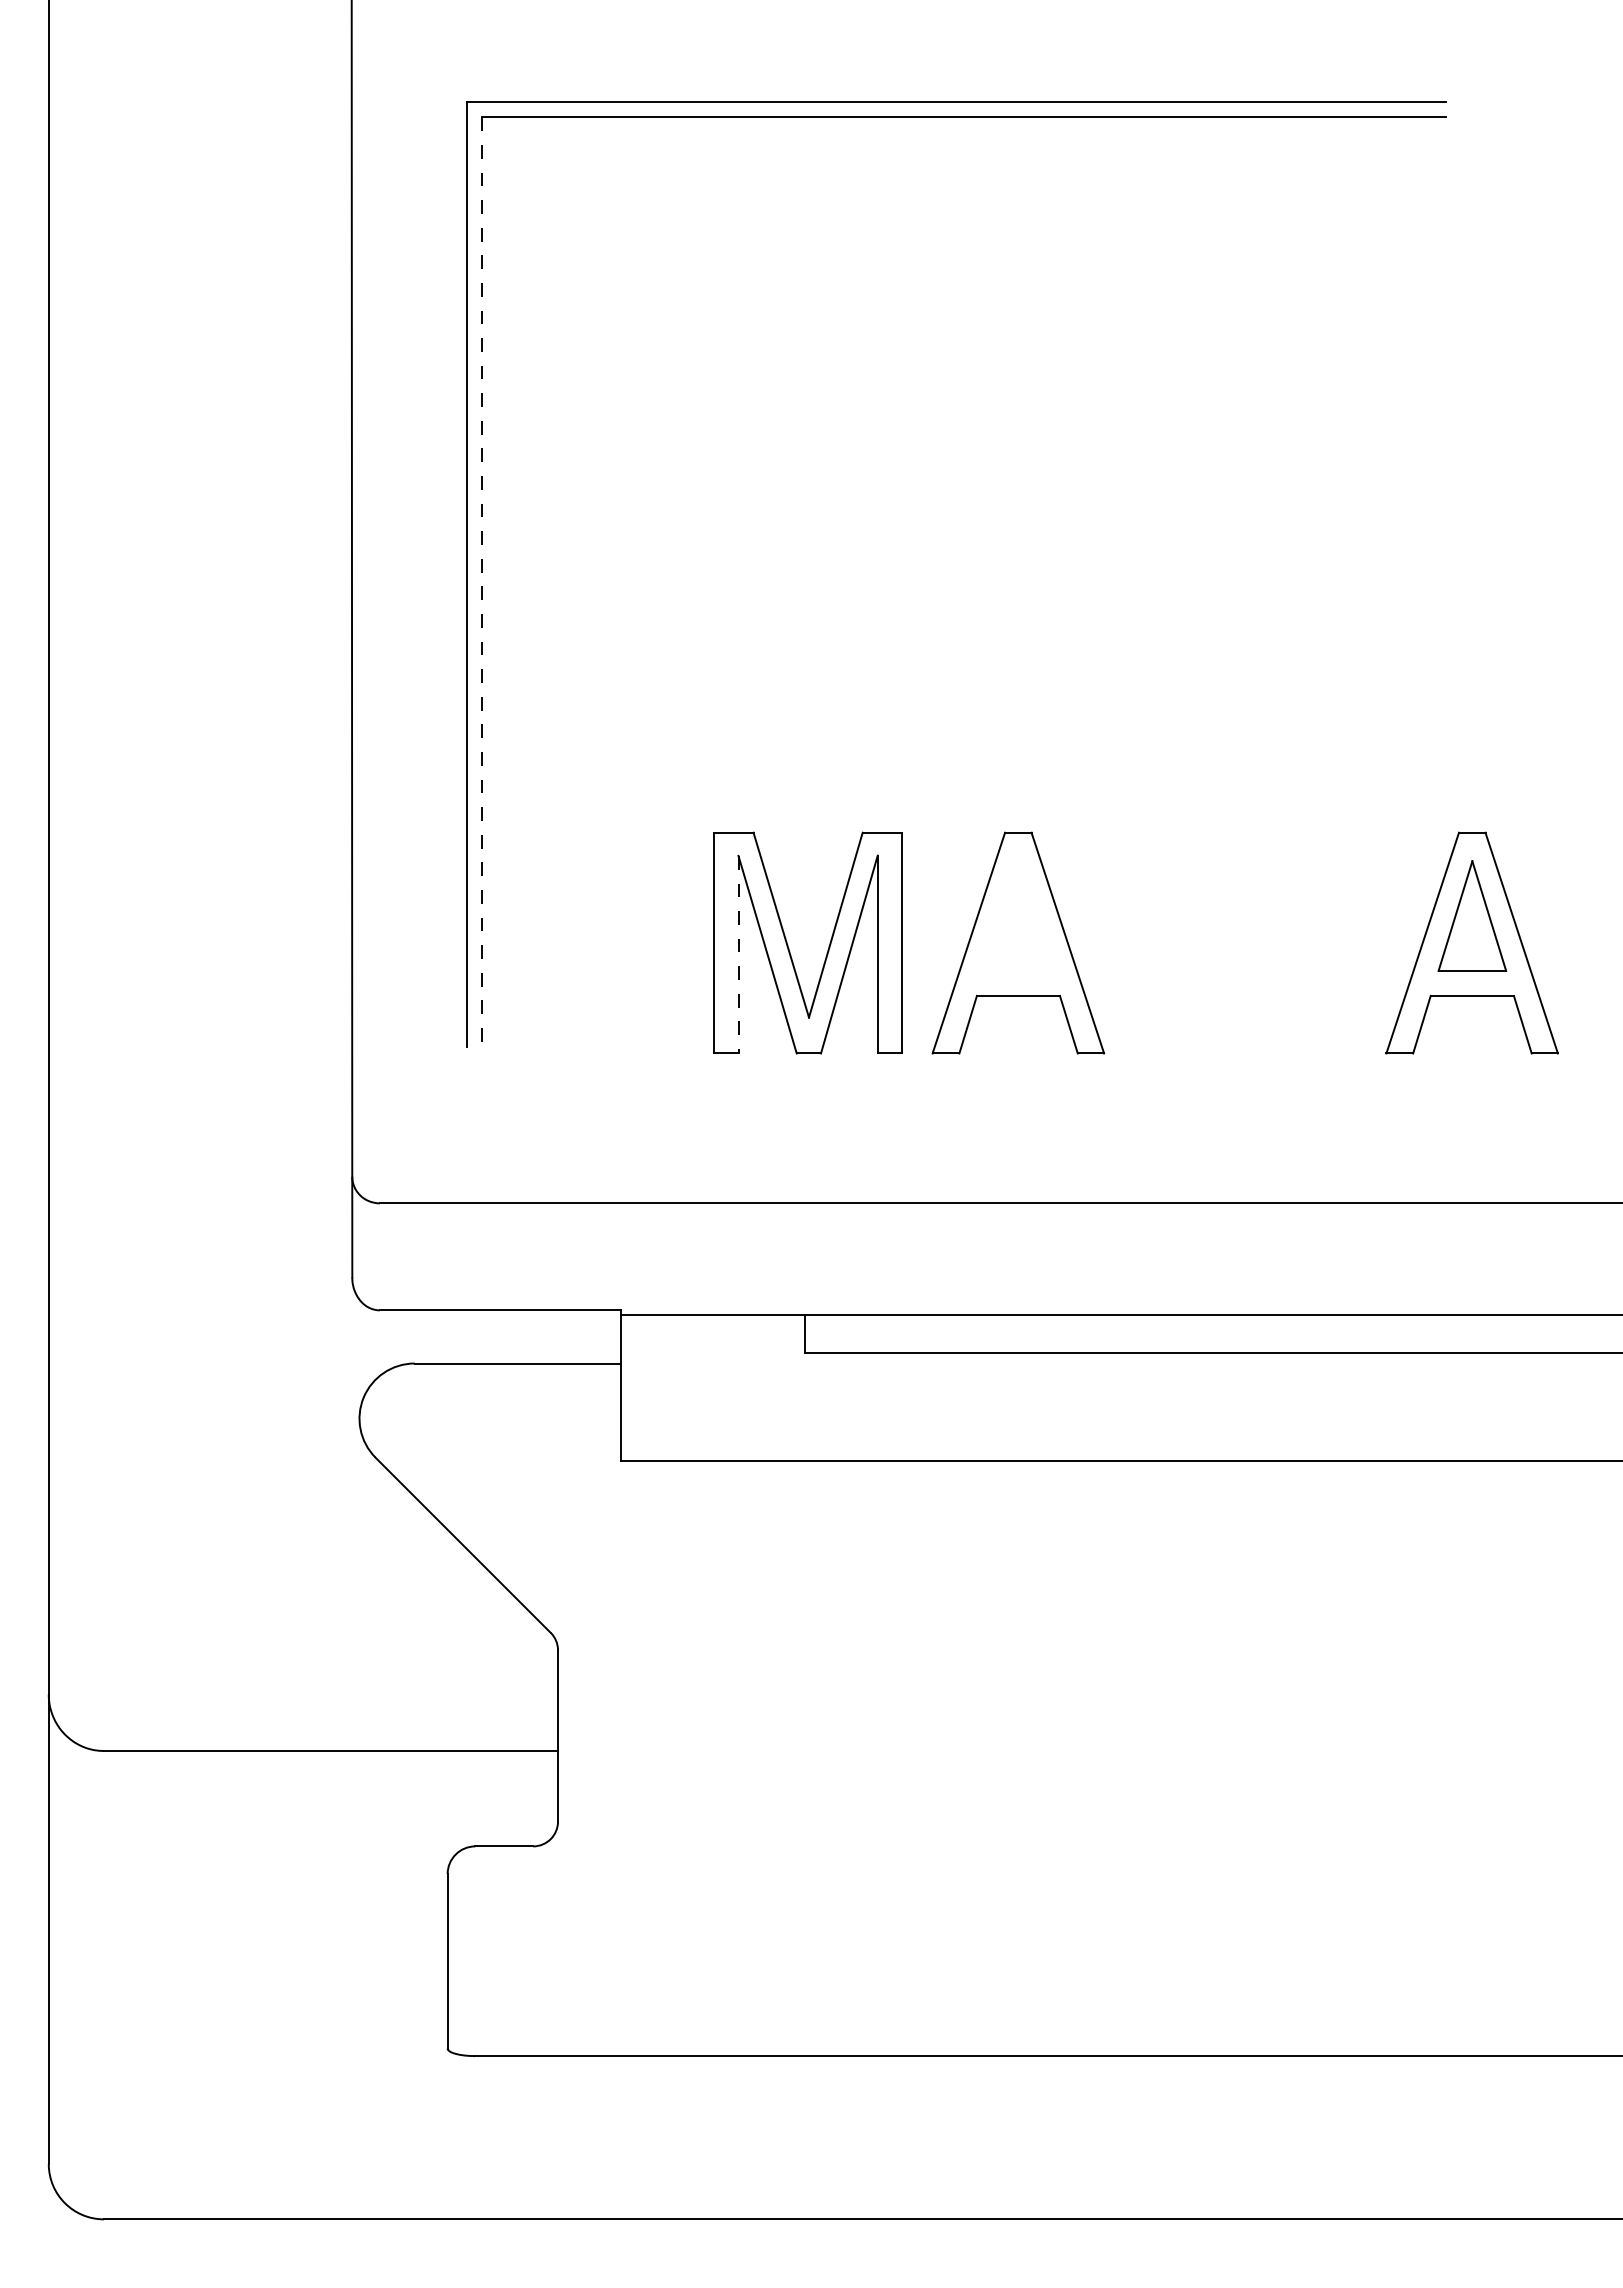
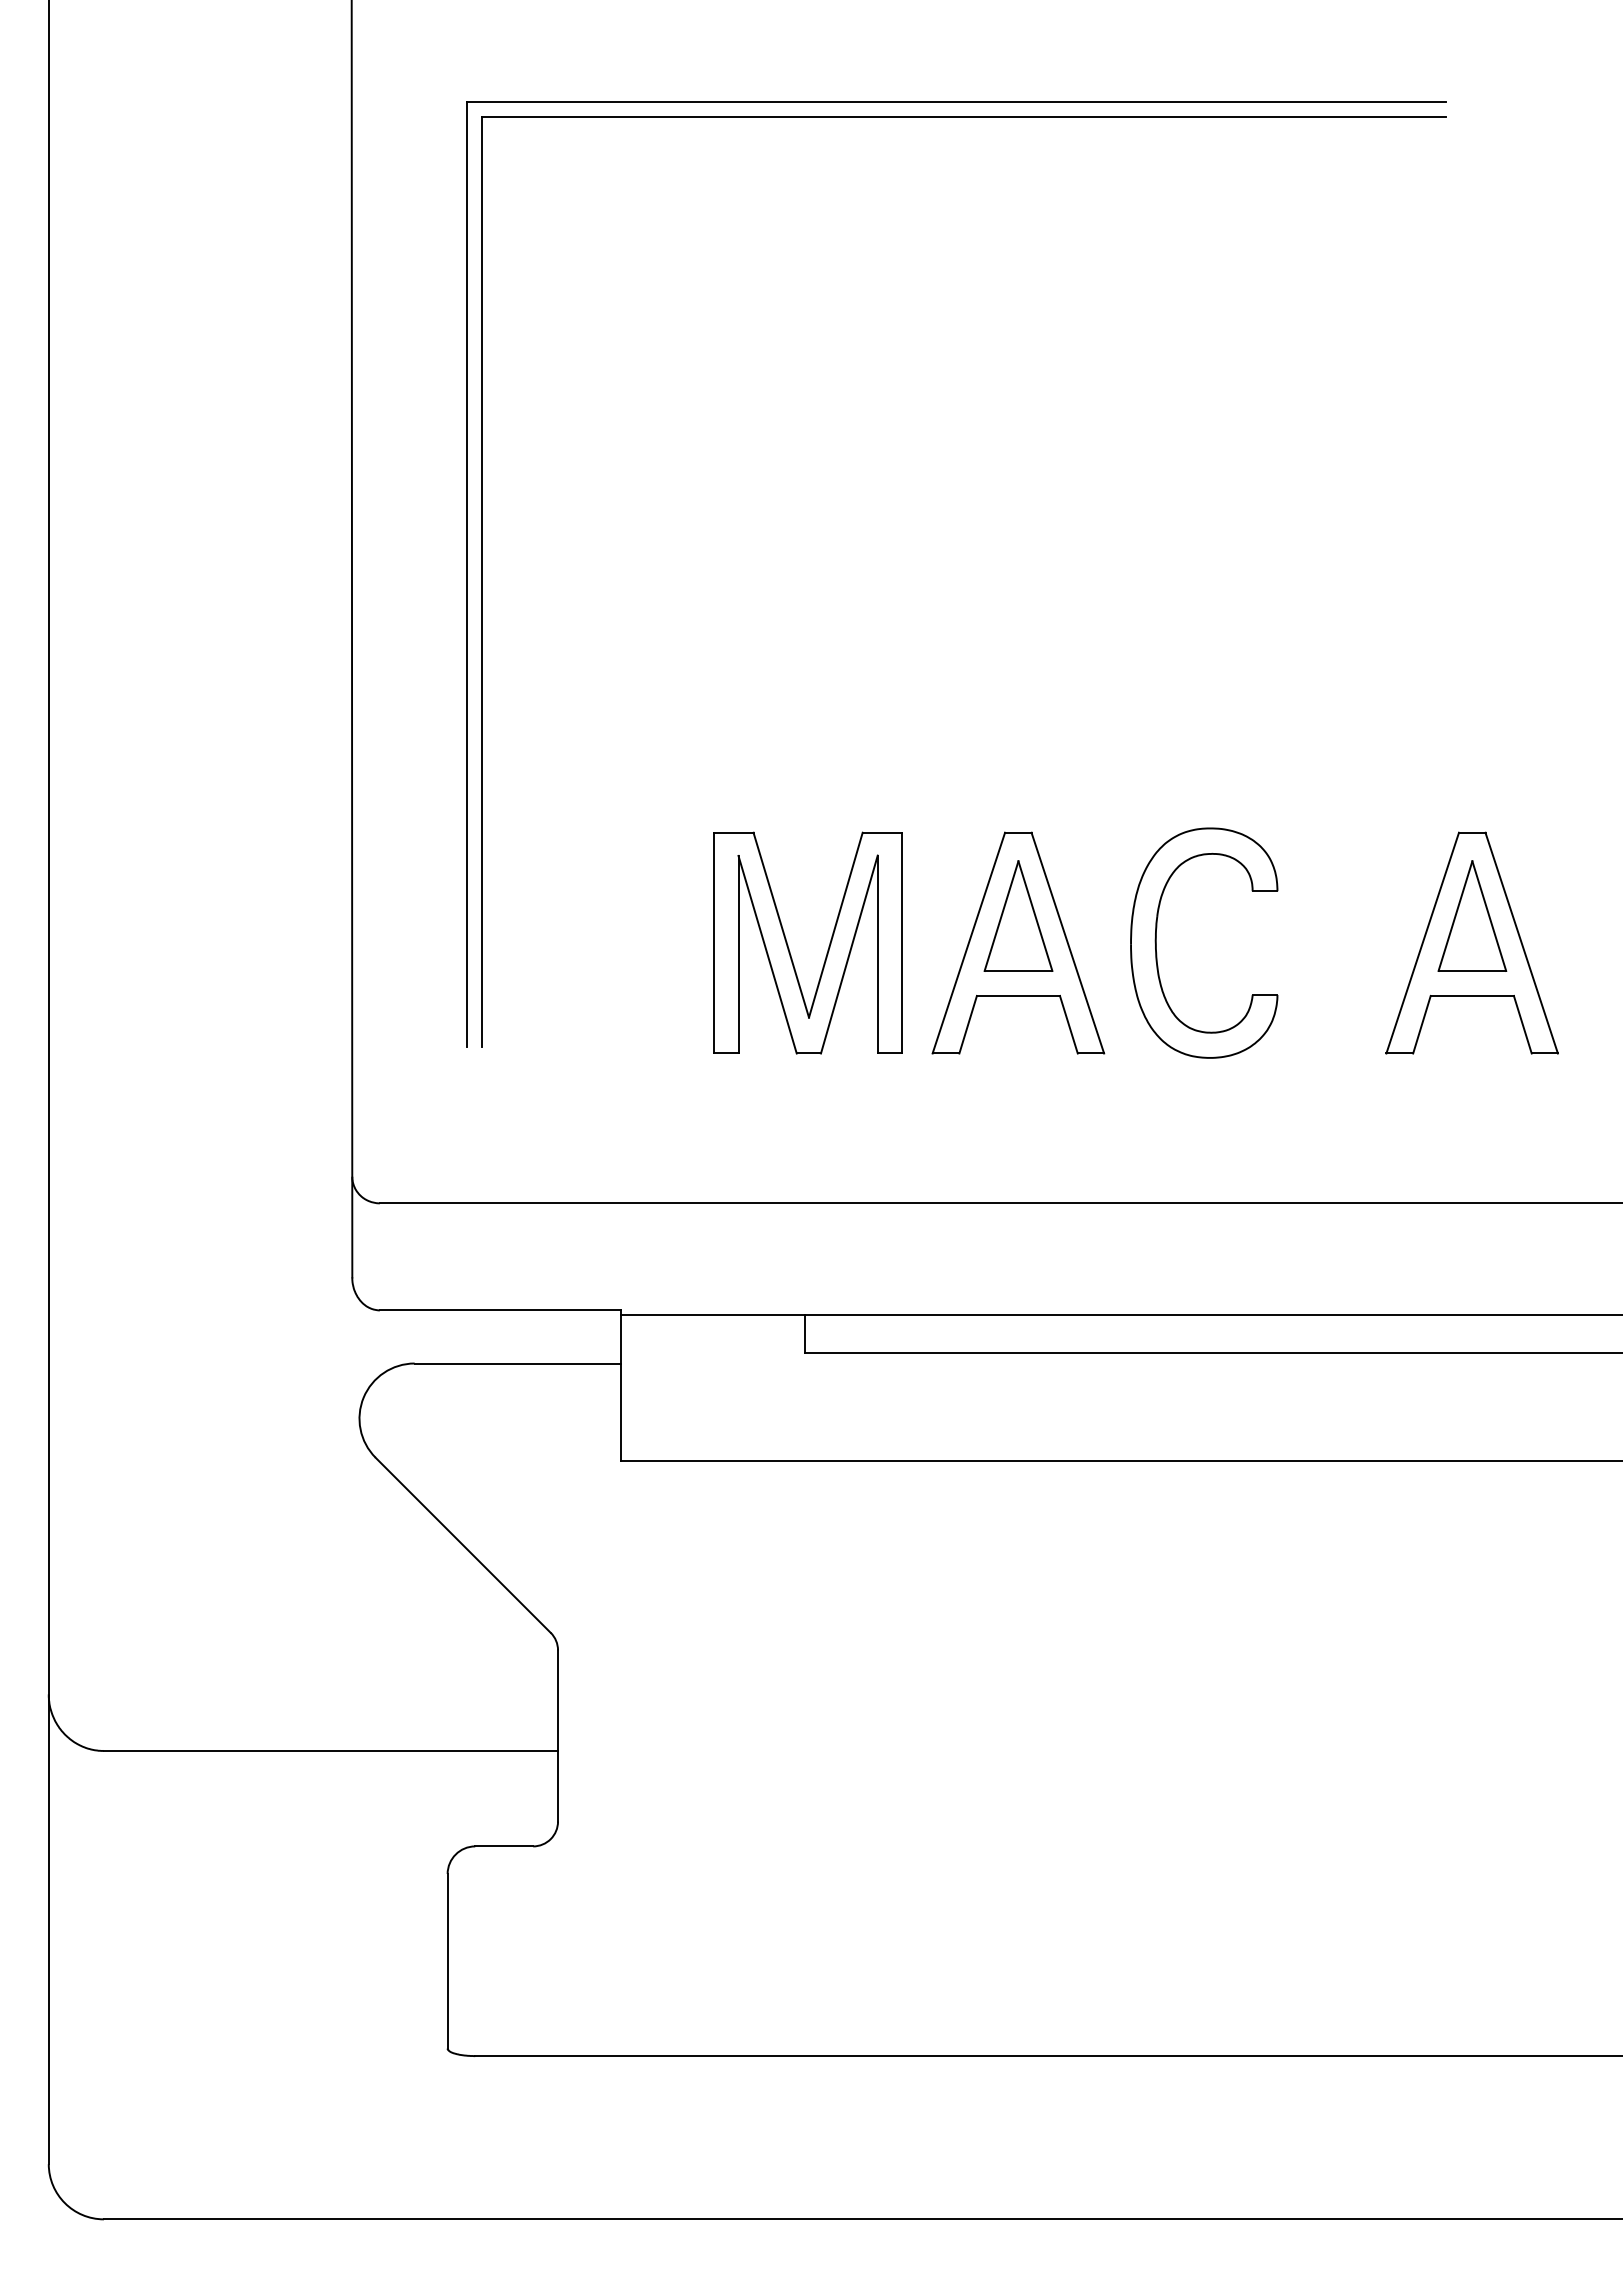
line at (482, 581): dashed -> solid
part at (1018, 915): none -> present
part at (1156, 942): none -> present
line at (738, 954): dashed -> solid
